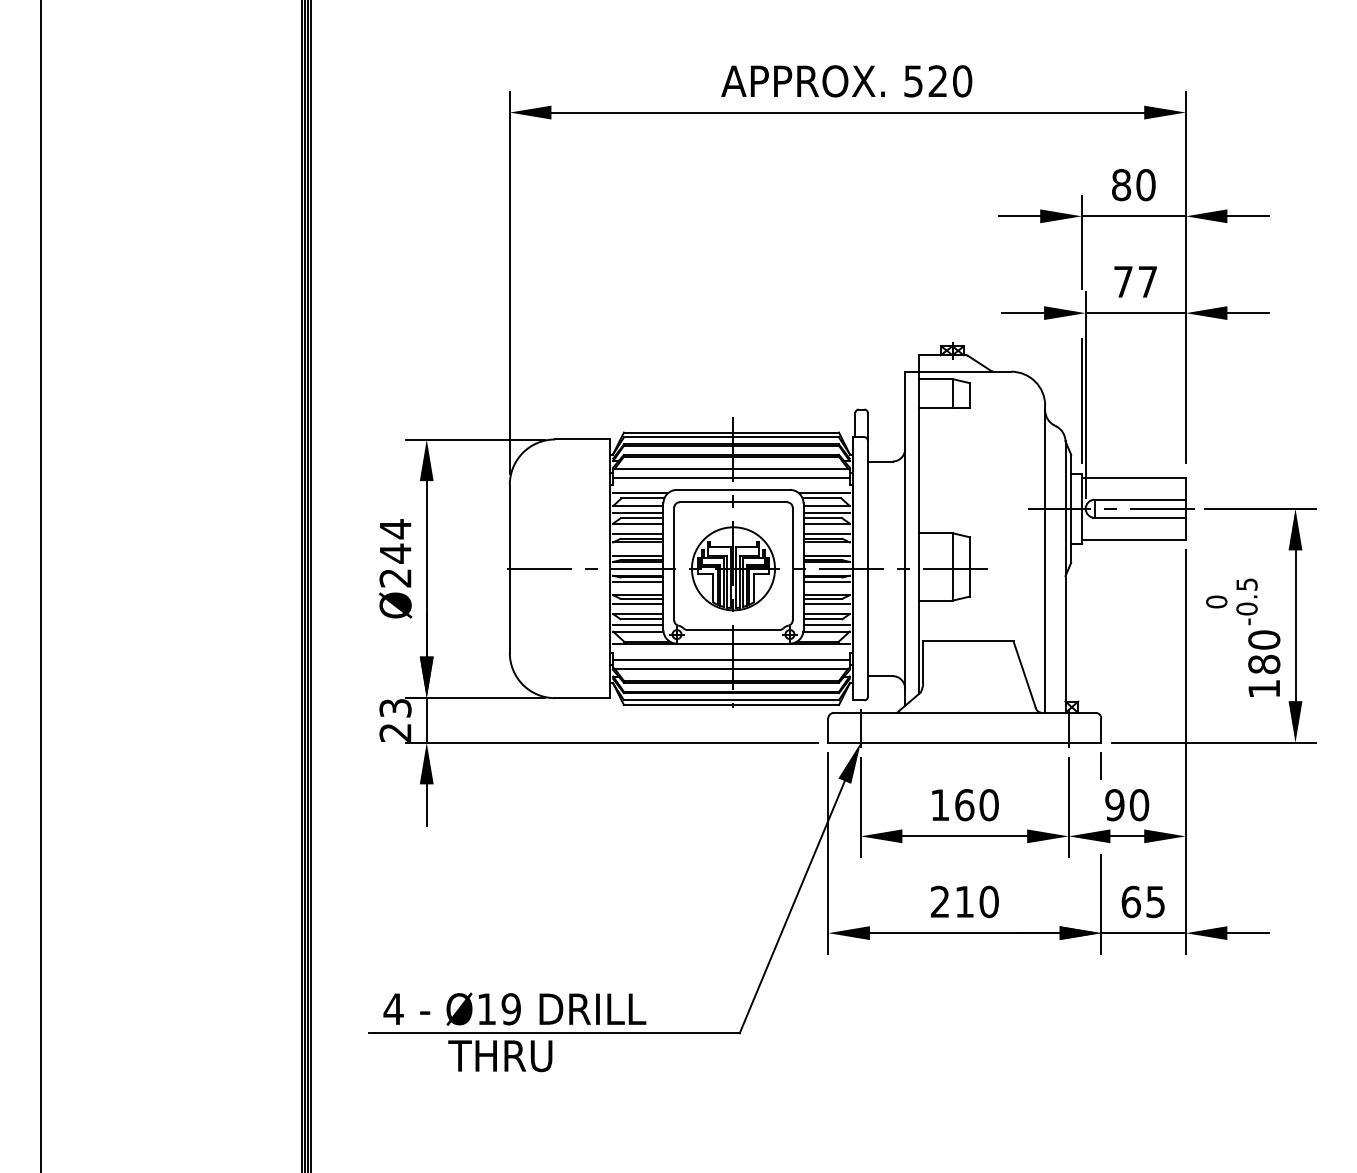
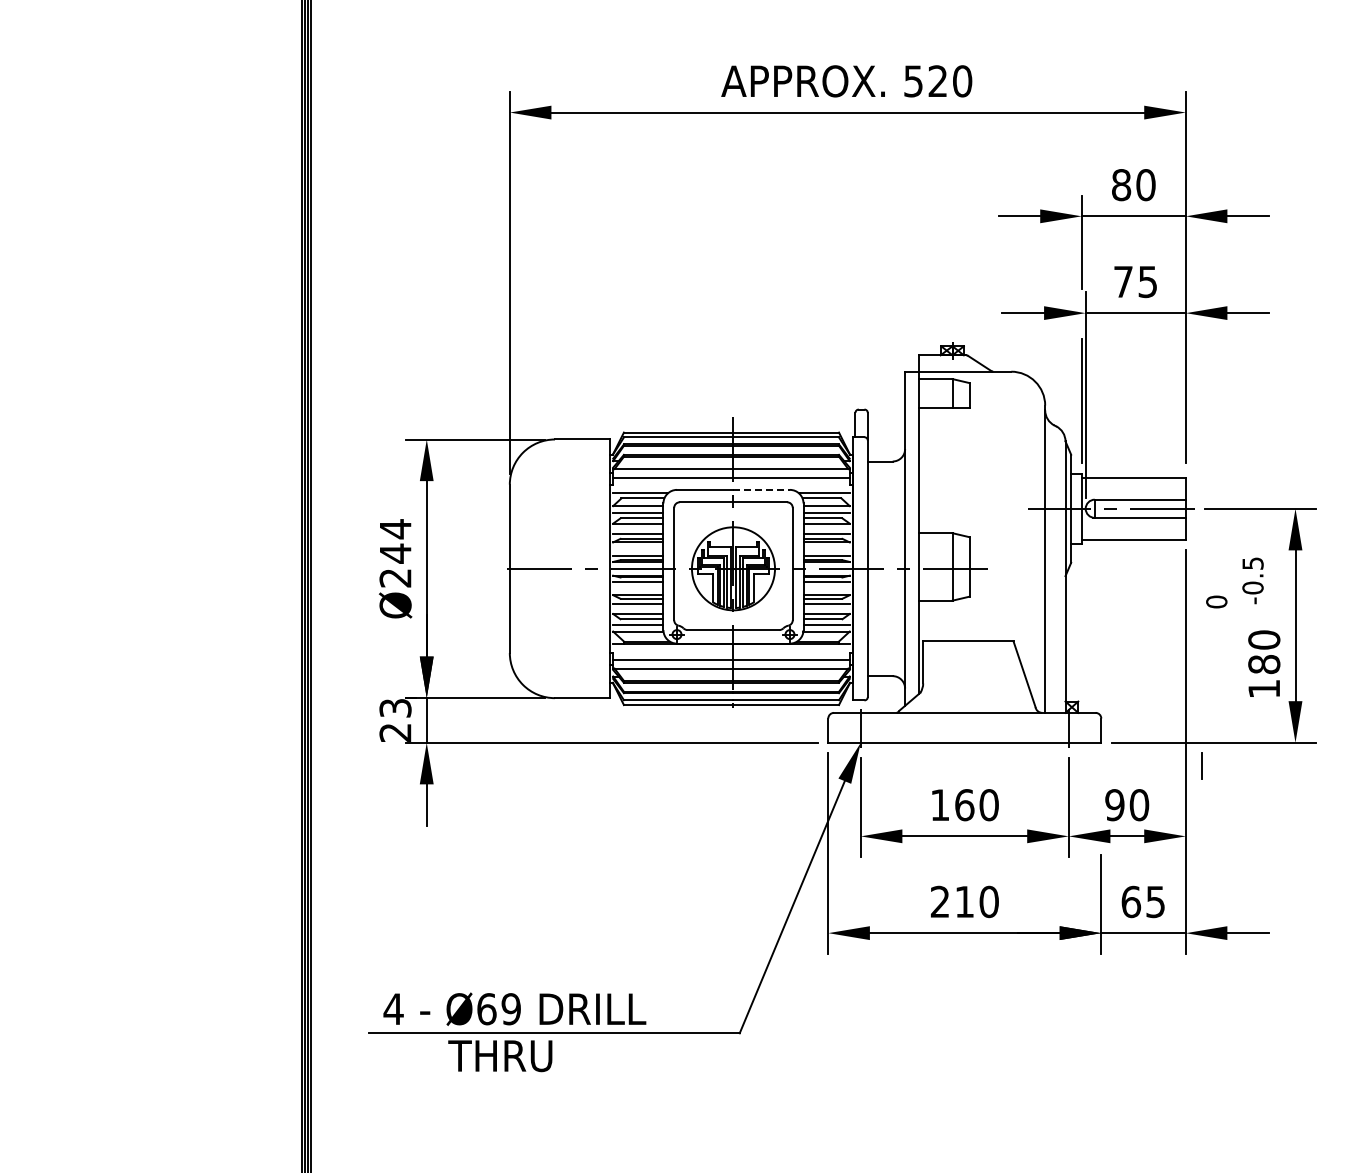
text at (1147, 282): 77 -> 75
line at (762, 489): solid -> dashed
line at (40, 585): present -> none
text at (1246, 601) position: (1246, 601) -> (1252, 580)
line at (1100, 765) position: (1100, 765) -> (1201, 765)
text at (486, 1009): Ø19 -> Ø69
